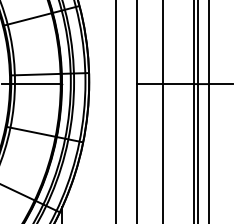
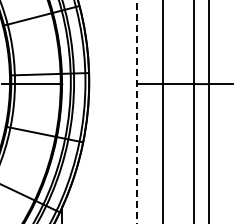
line at (116, 111): present -> none
line at (137, 111): solid -> dashed
line at (198, 111): present -> none
